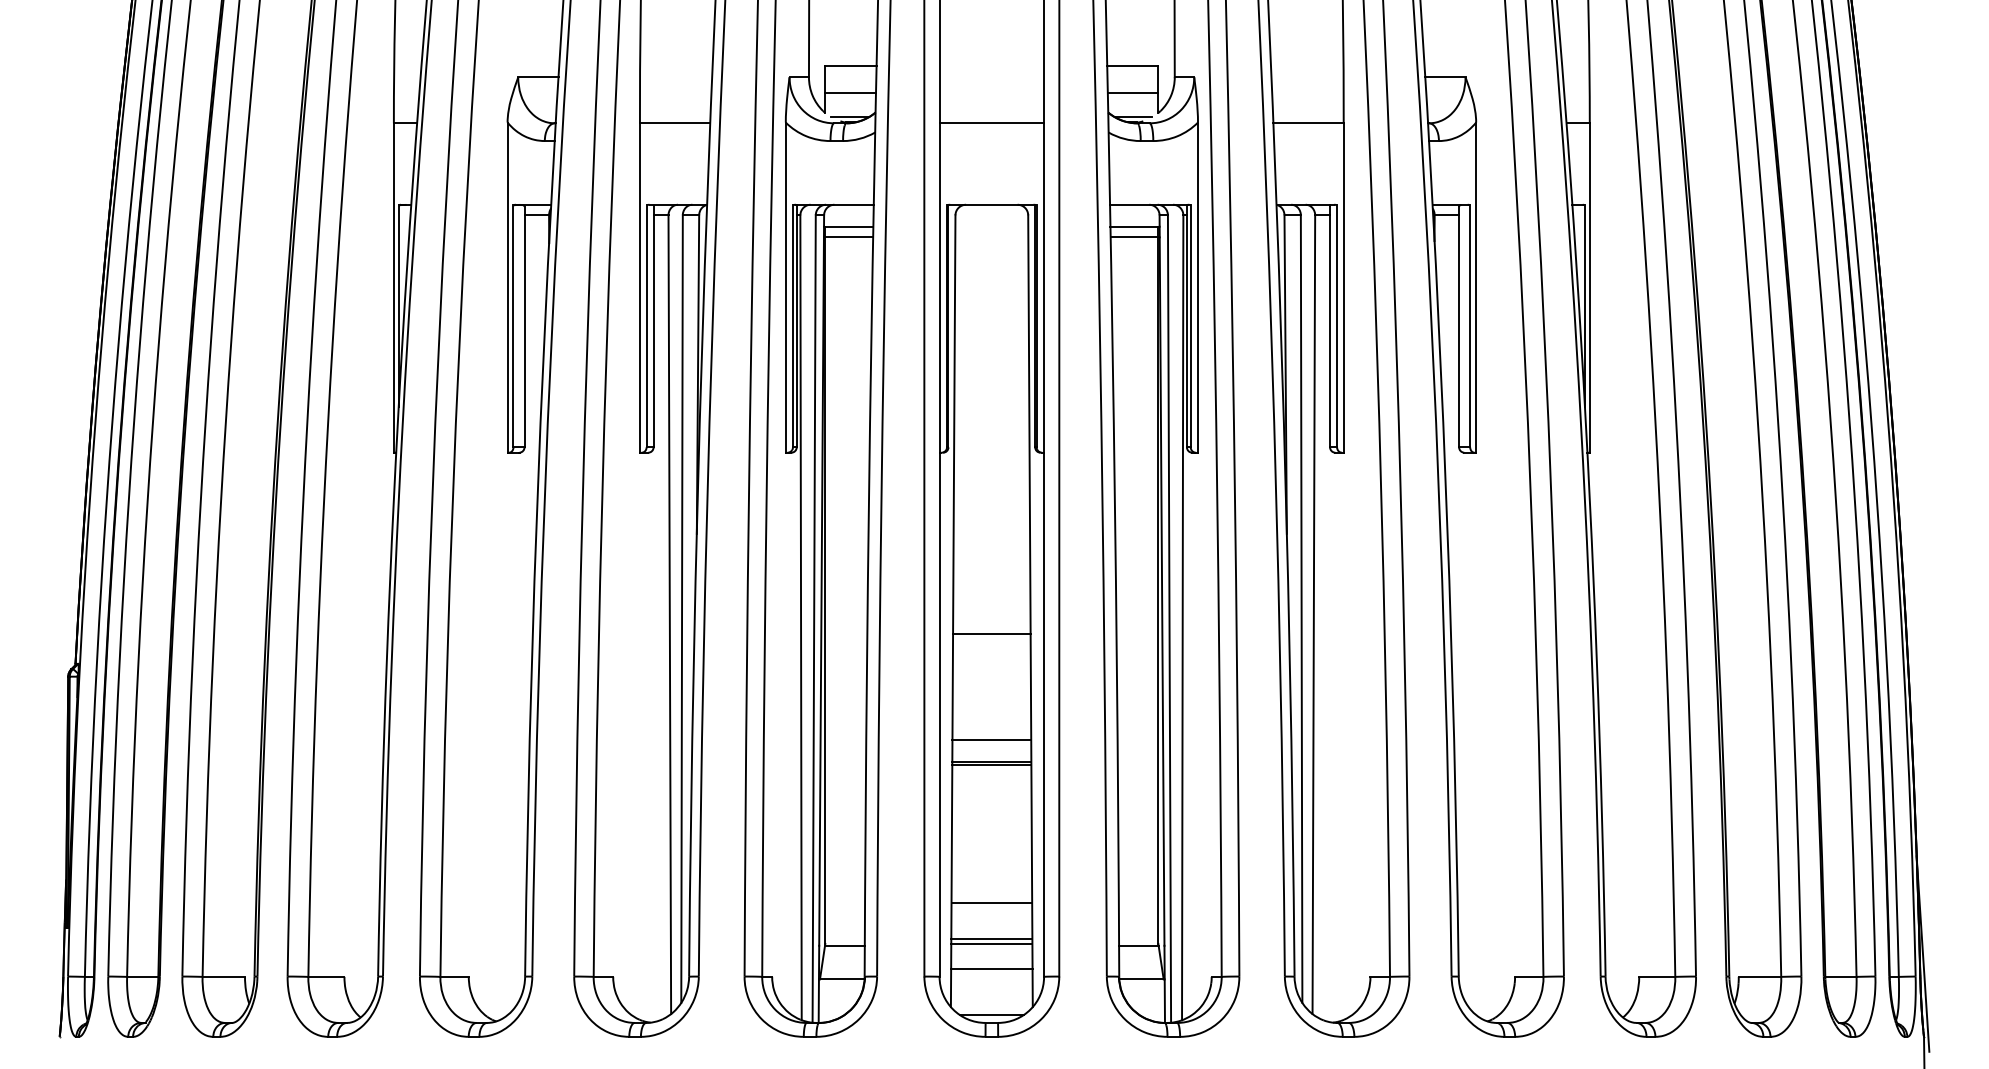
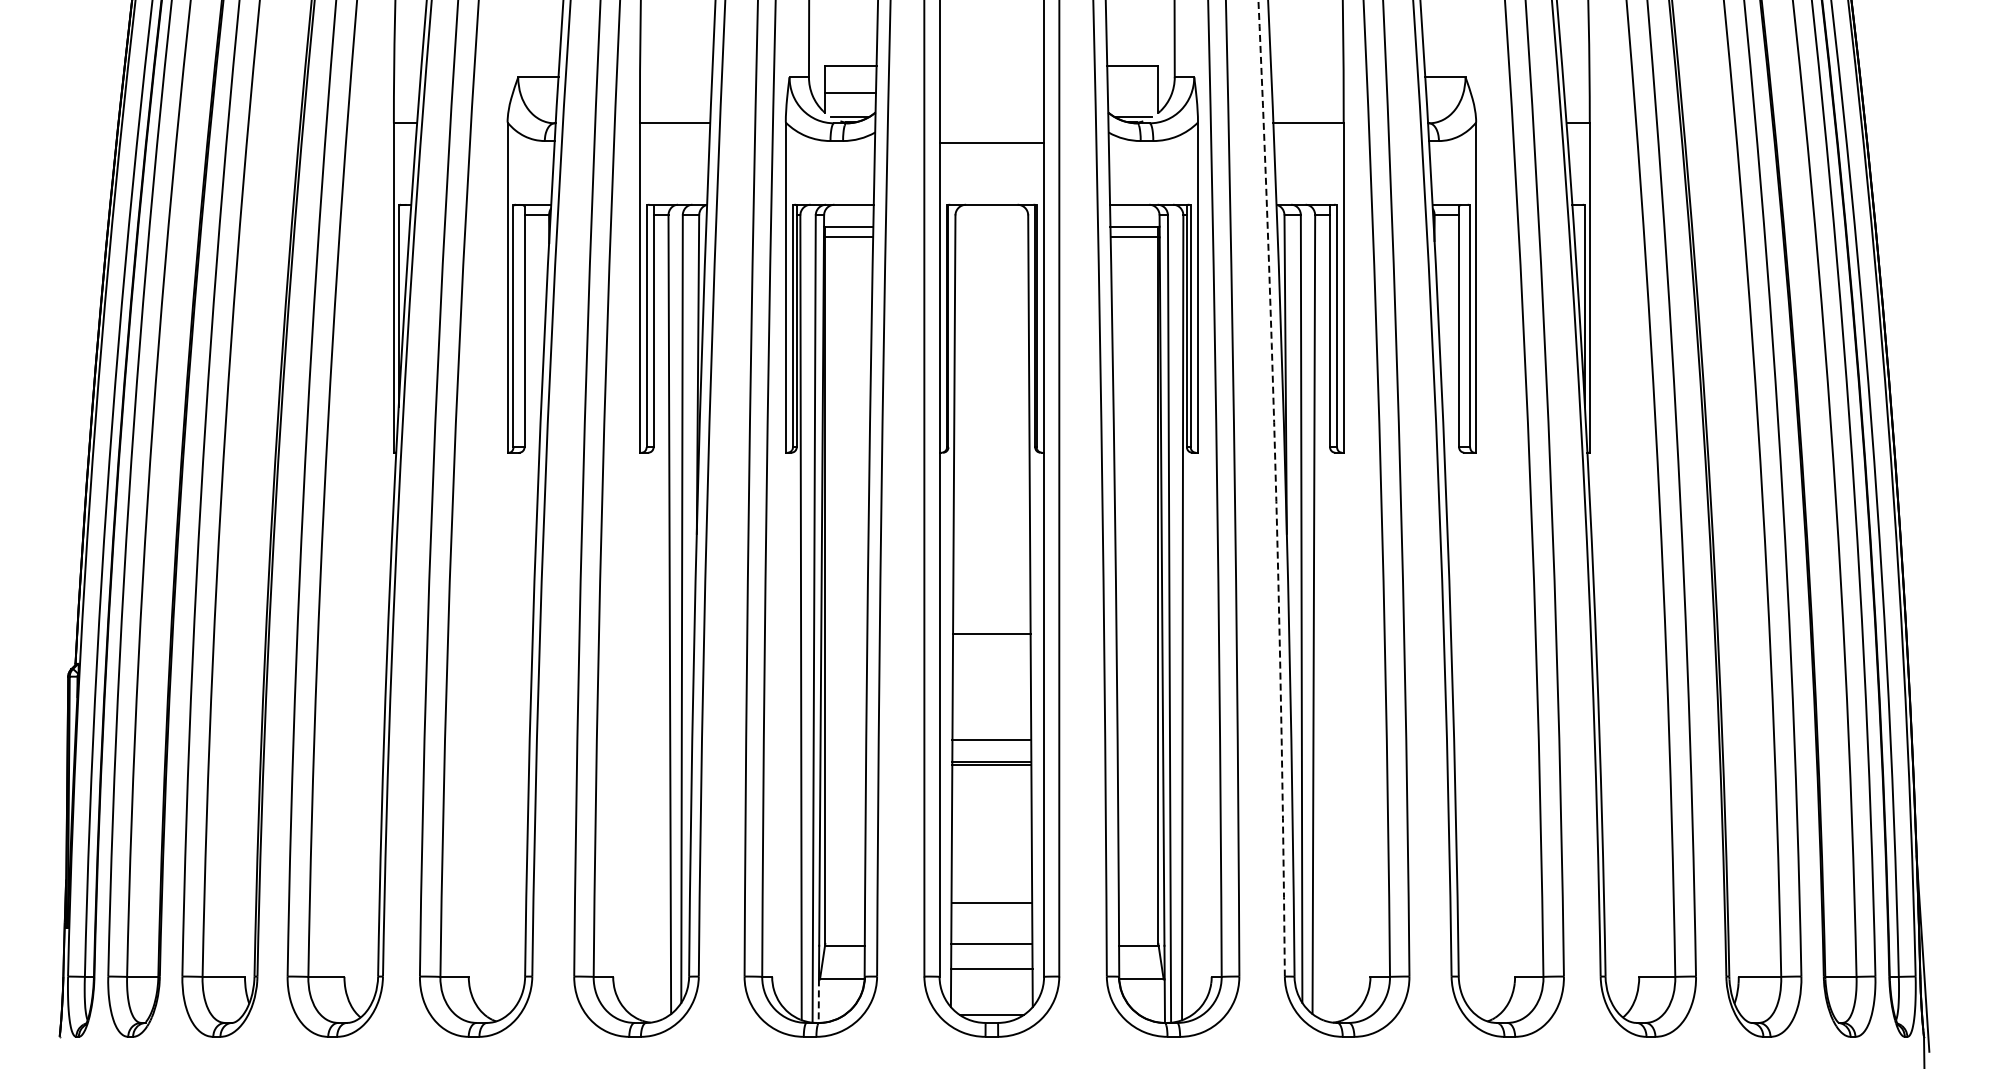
line at (1132, 93): present -> none
line at (991, 123) position: (991, 123) -> (991, 143)
arc at (1276, 488): solid -> dashed
line at (991, 938): present -> none
line at (818, 1001): solid -> dashed
